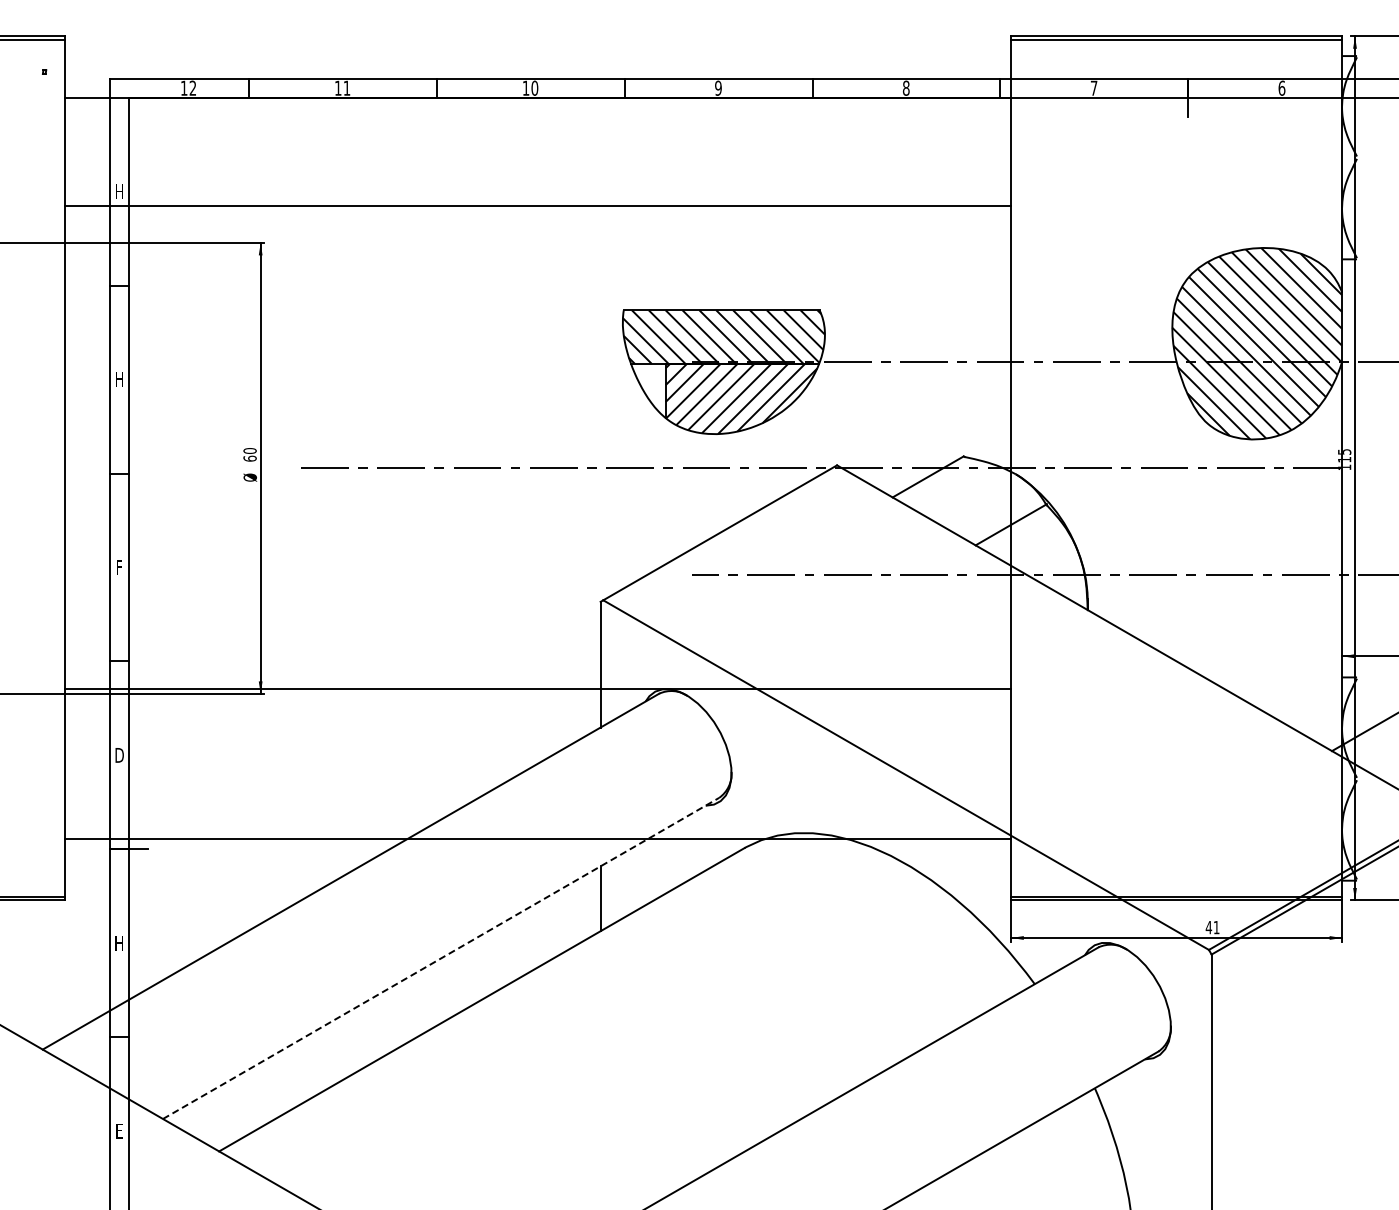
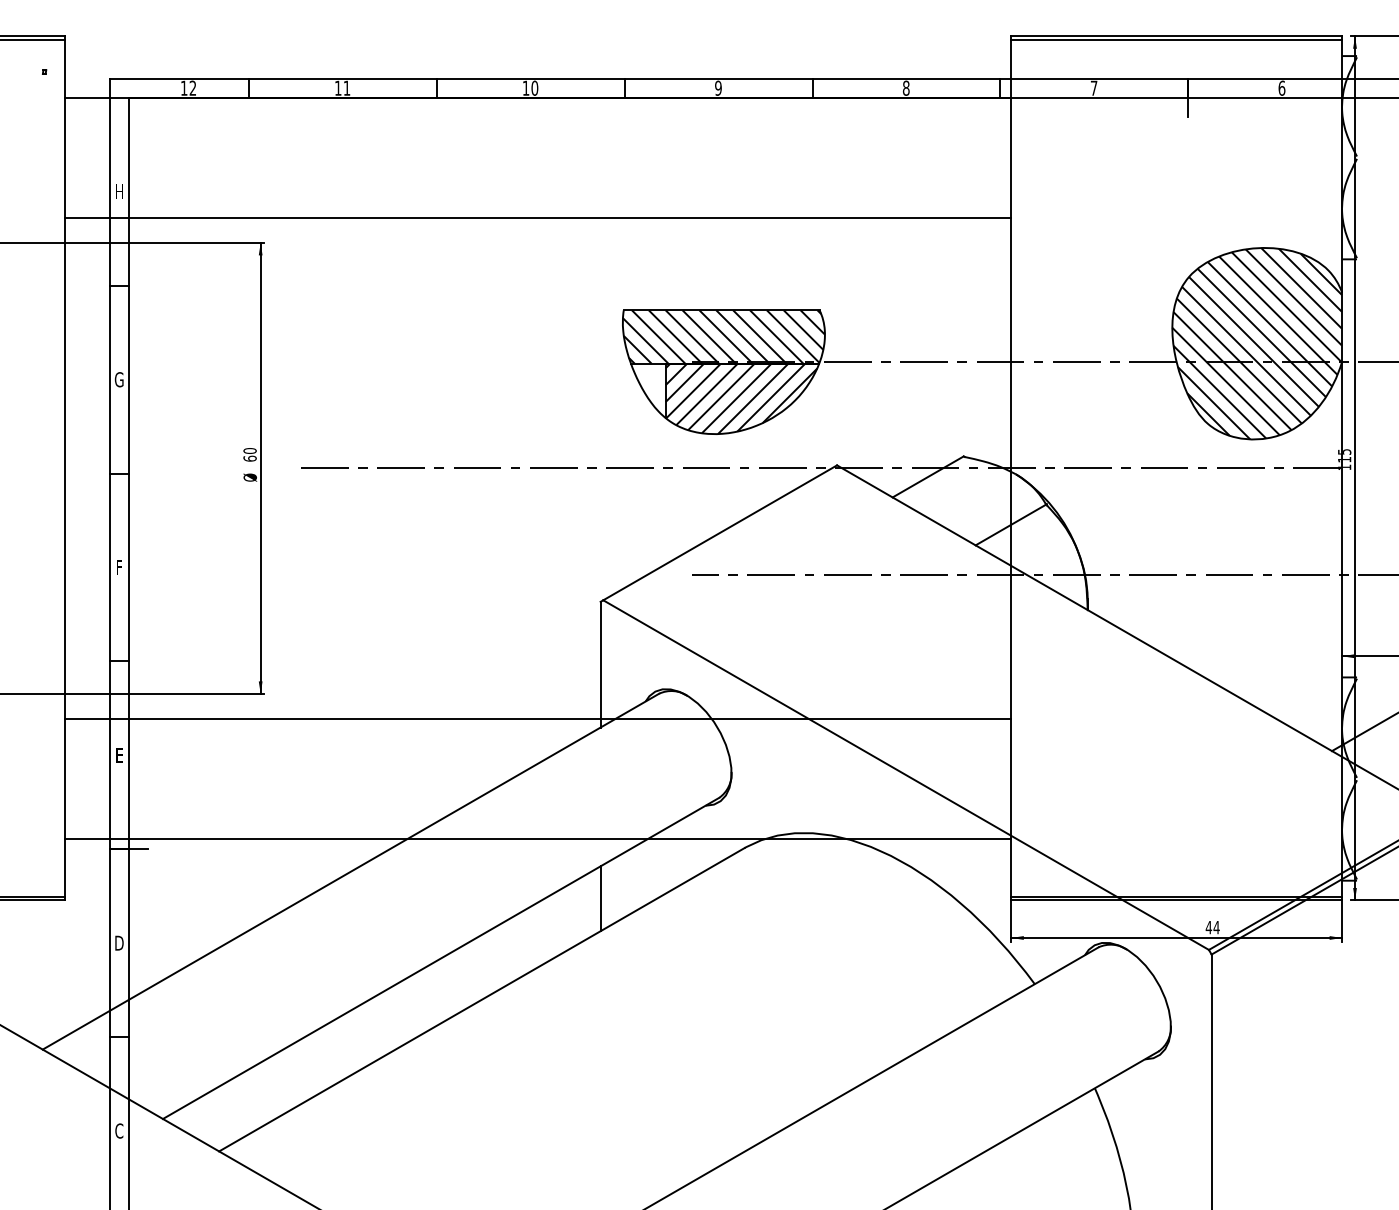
line at (537, 205) position: (537, 205) -> (537, 217)
text at (118, 379): H -> G
line at (537, 688) position: (537, 688) -> (537, 718)
text at (119, 755): D -> E
text at (1216, 927): 41 -> 44
text at (119, 942): H -> D
line at (441, 958): dashed -> solid
text at (119, 1130): E -> C
